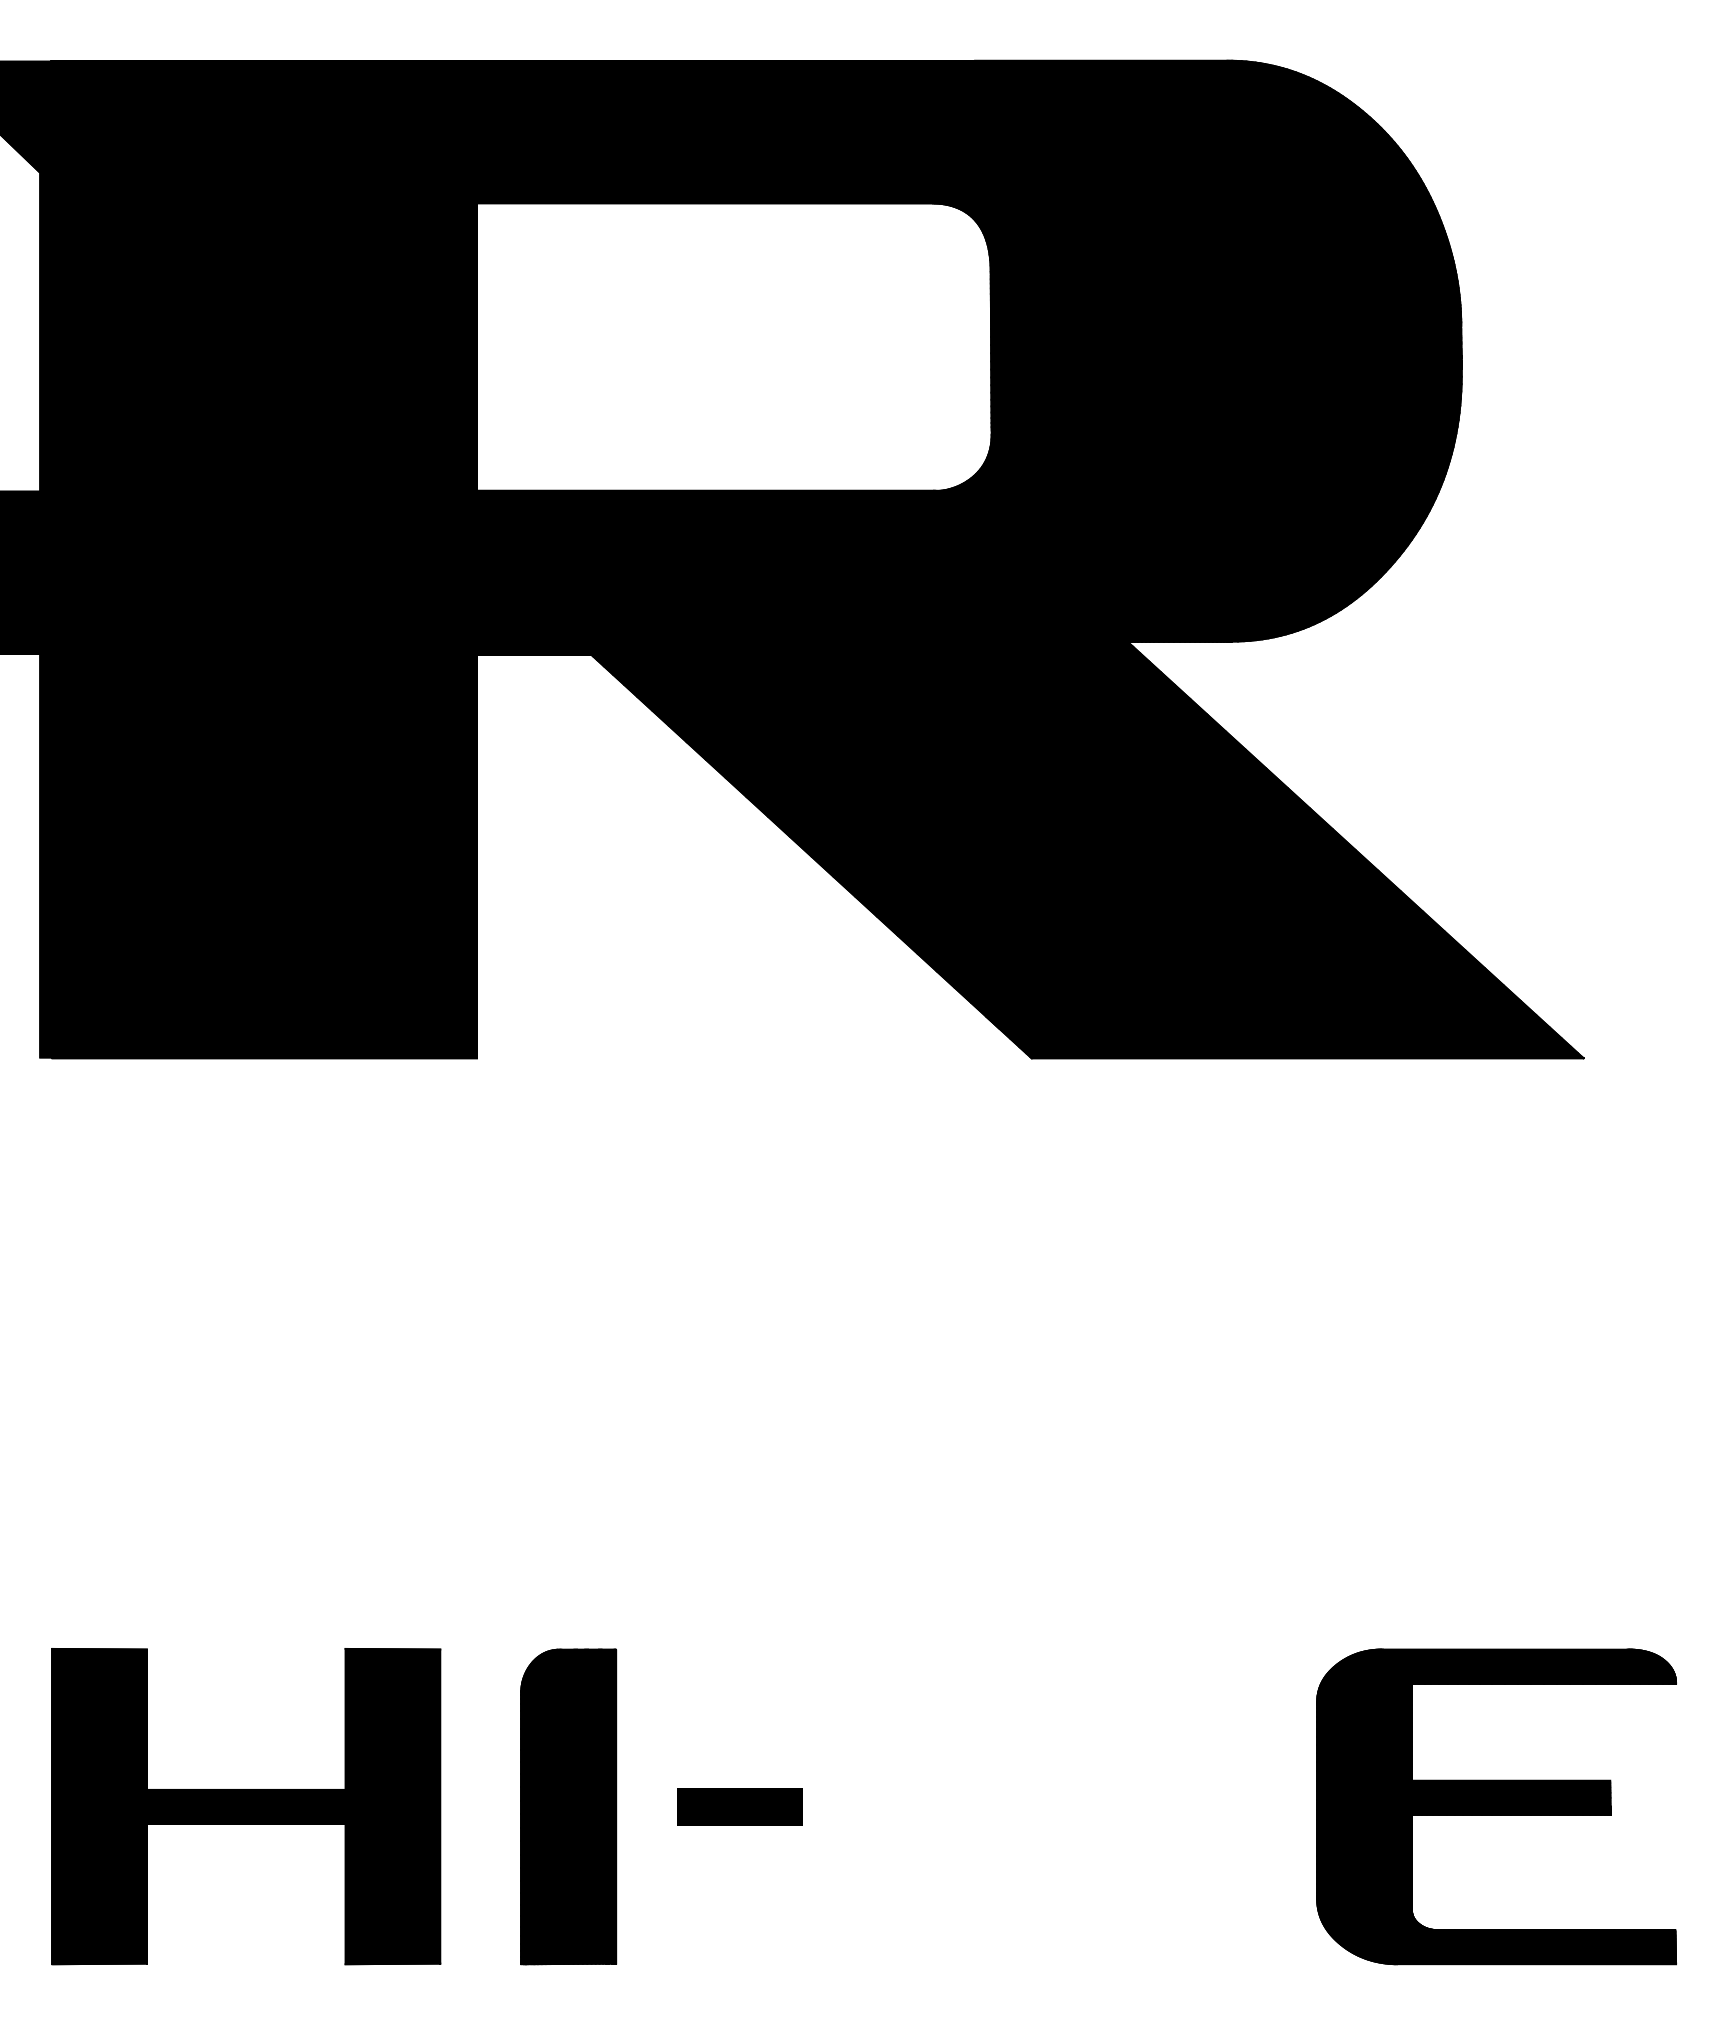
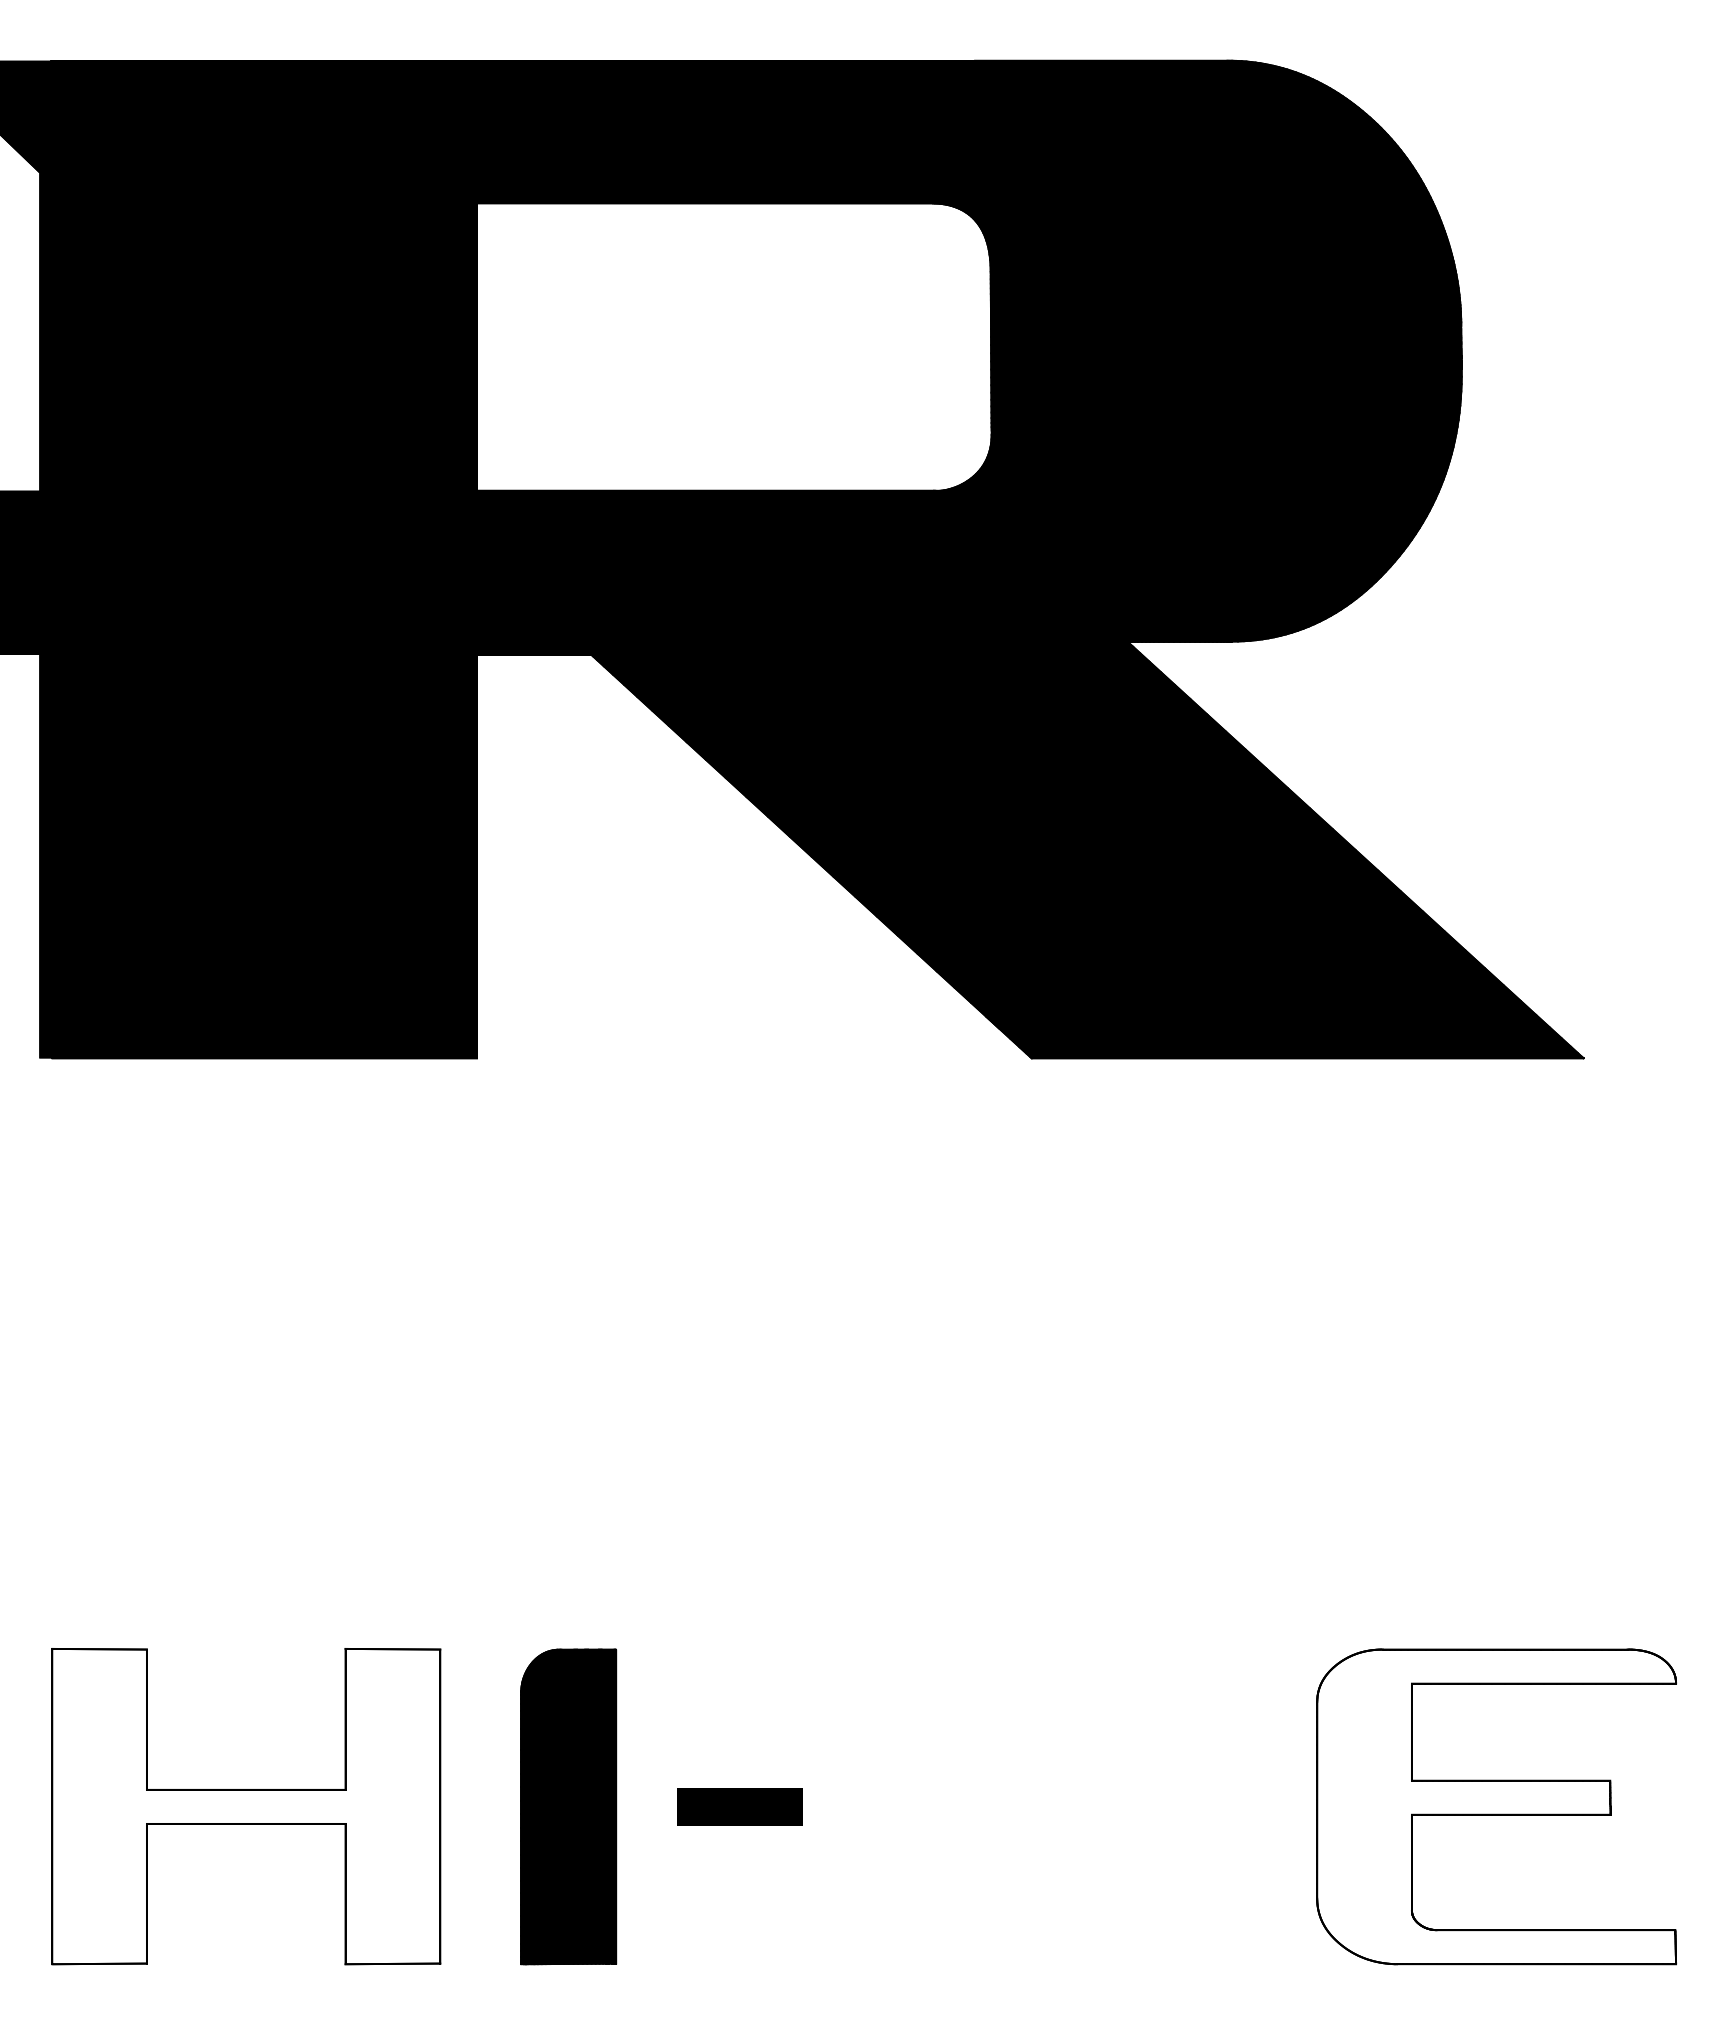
fill at (246, 1806): present -> none
fill at (1496, 1806): present -> none
